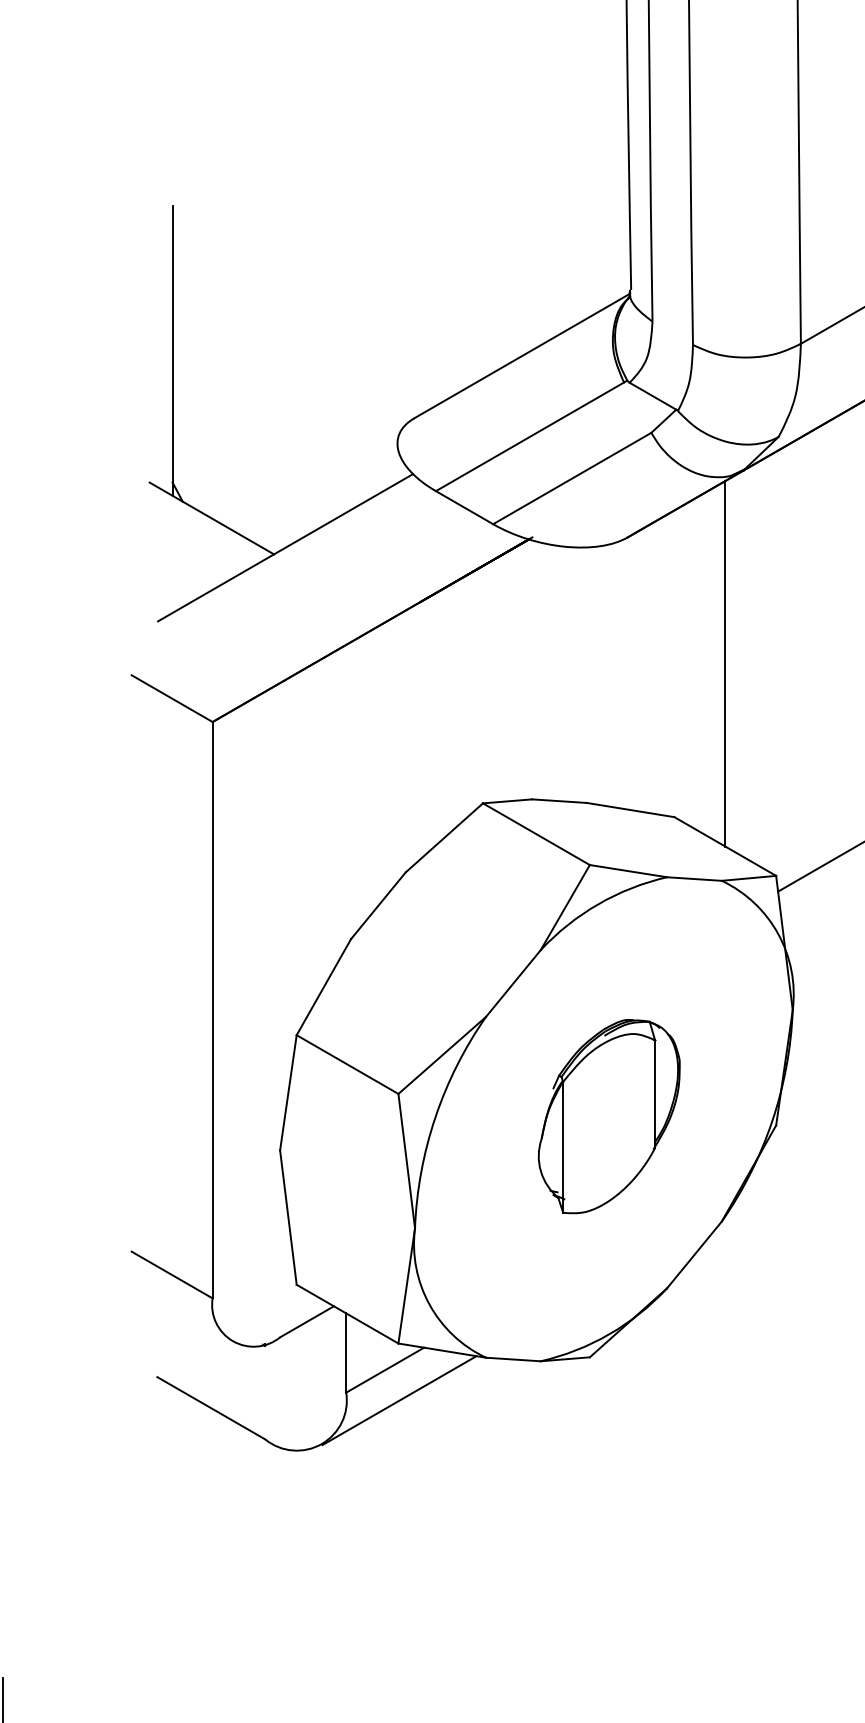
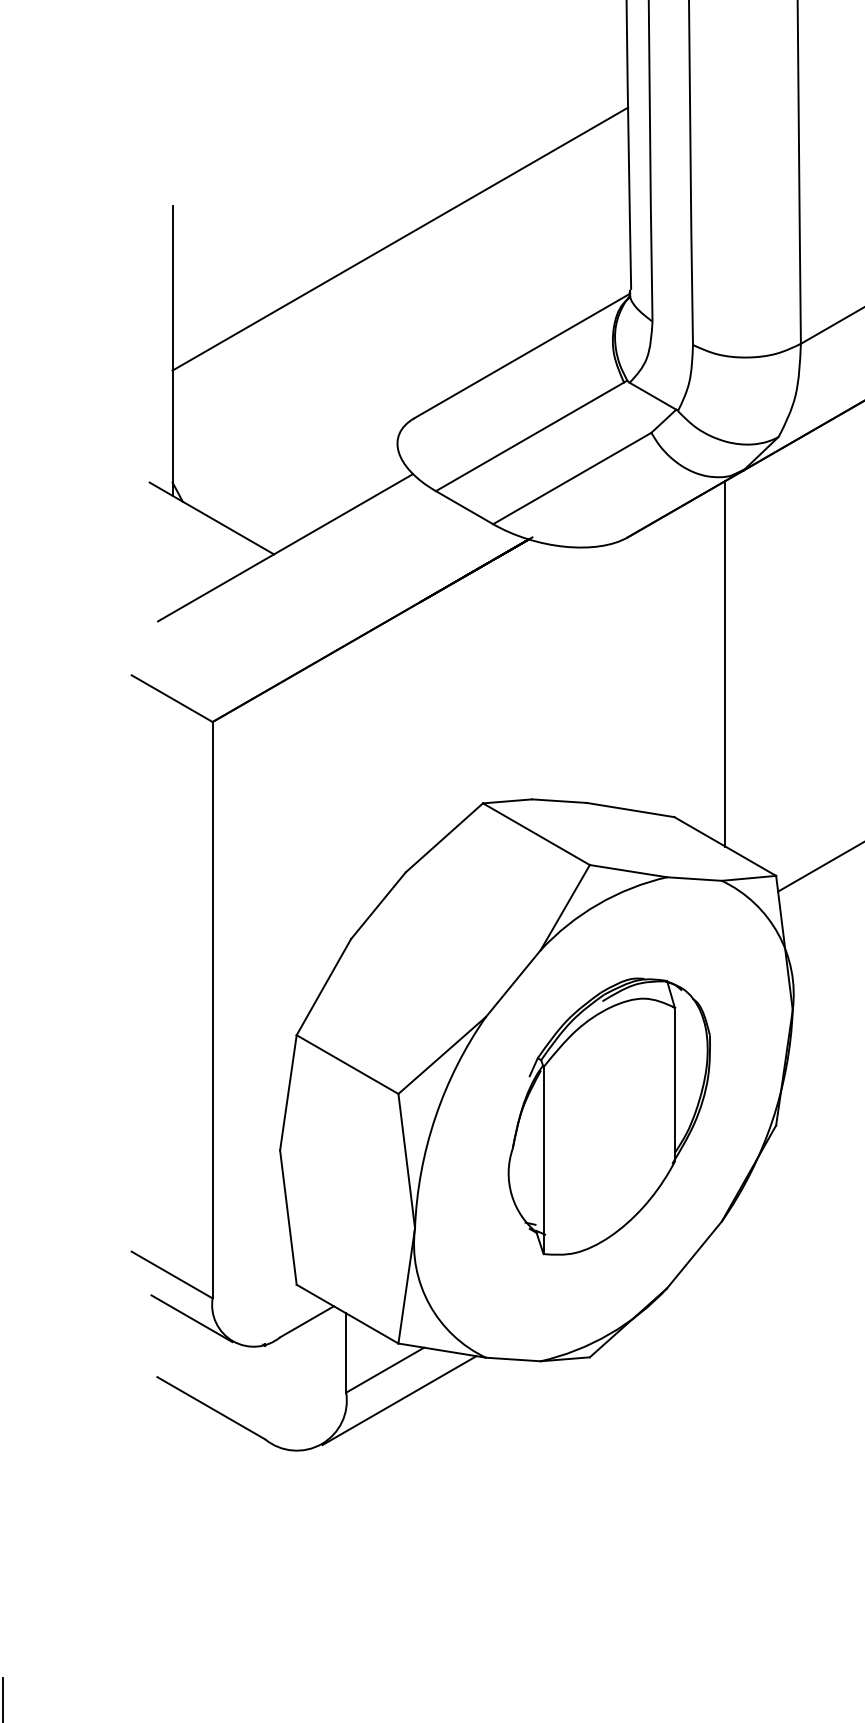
line at (400, 238): none -> present
part at (608, 1116) size: 144x196 px -> 204x279 px
line at (191, 1318): none -> present
